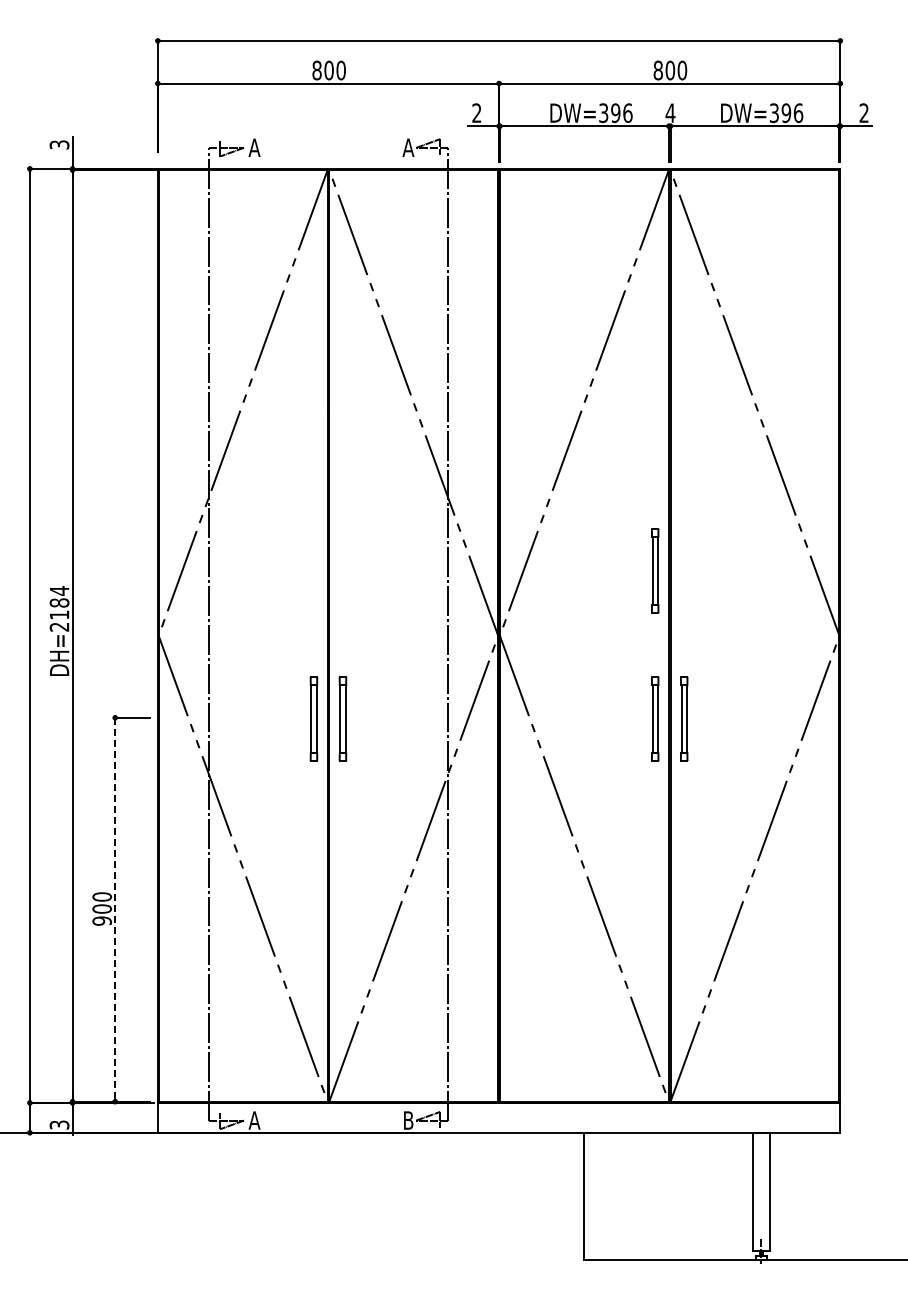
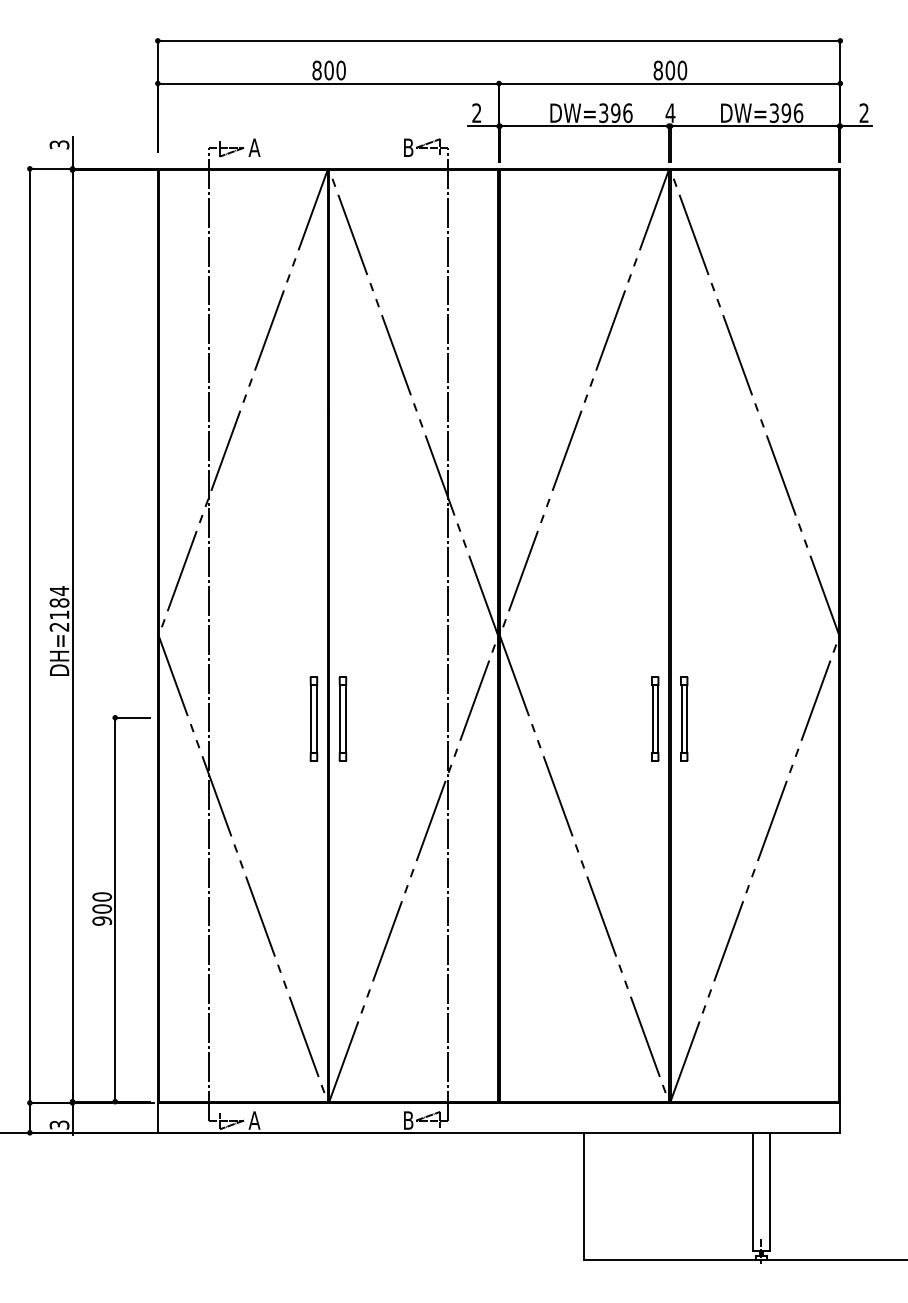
text at (408, 147): A -> B
part at (655, 570): present -> none
line at (115, 909): dashed -> solid
